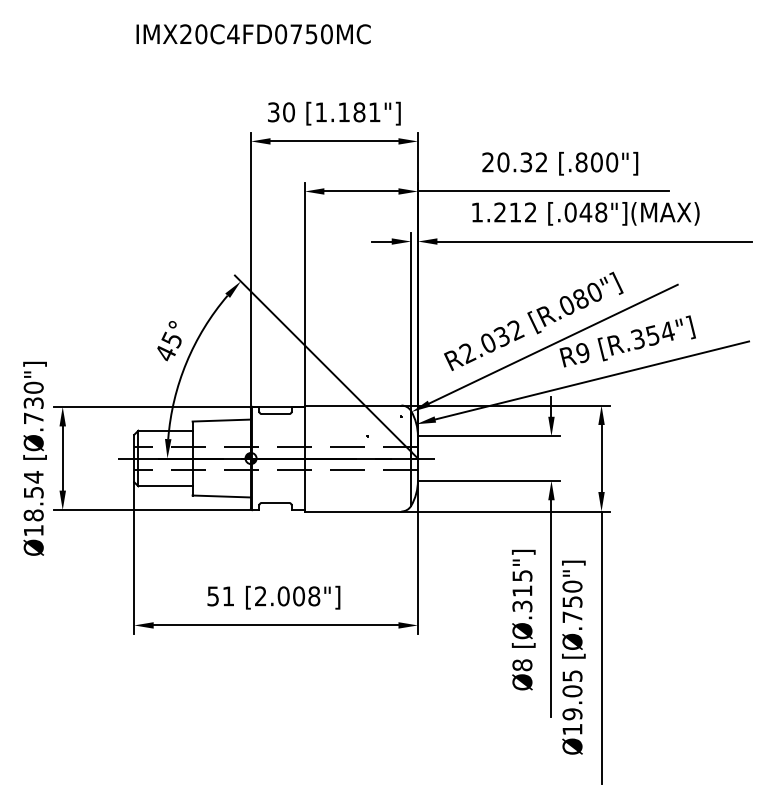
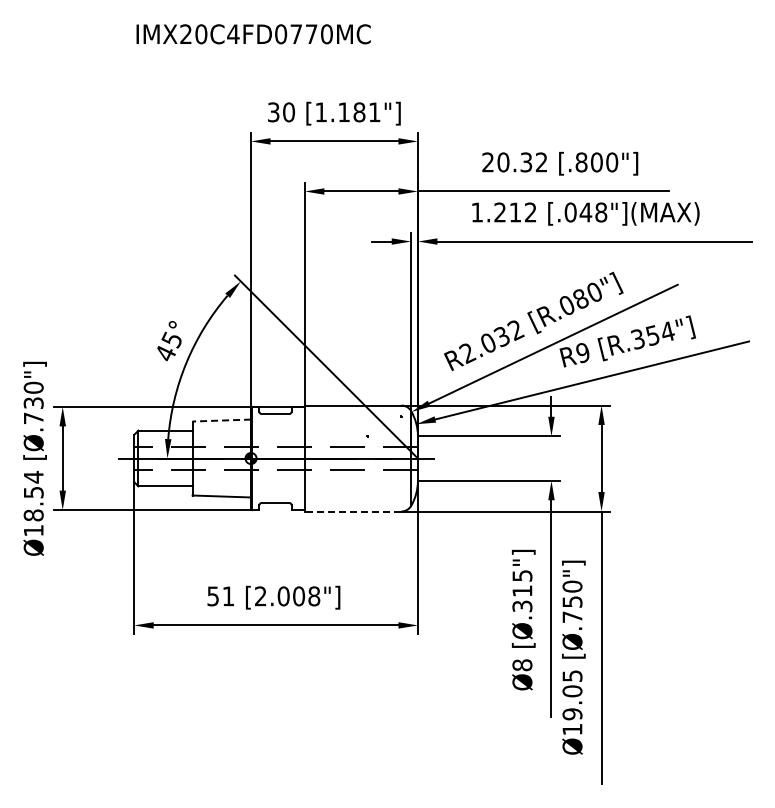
text at (311, 34): IMX20C4FD0750MC -> IMX20C4FD0770MC
line at (221, 420): solid -> dashed
line at (352, 511): solid -> dashed
